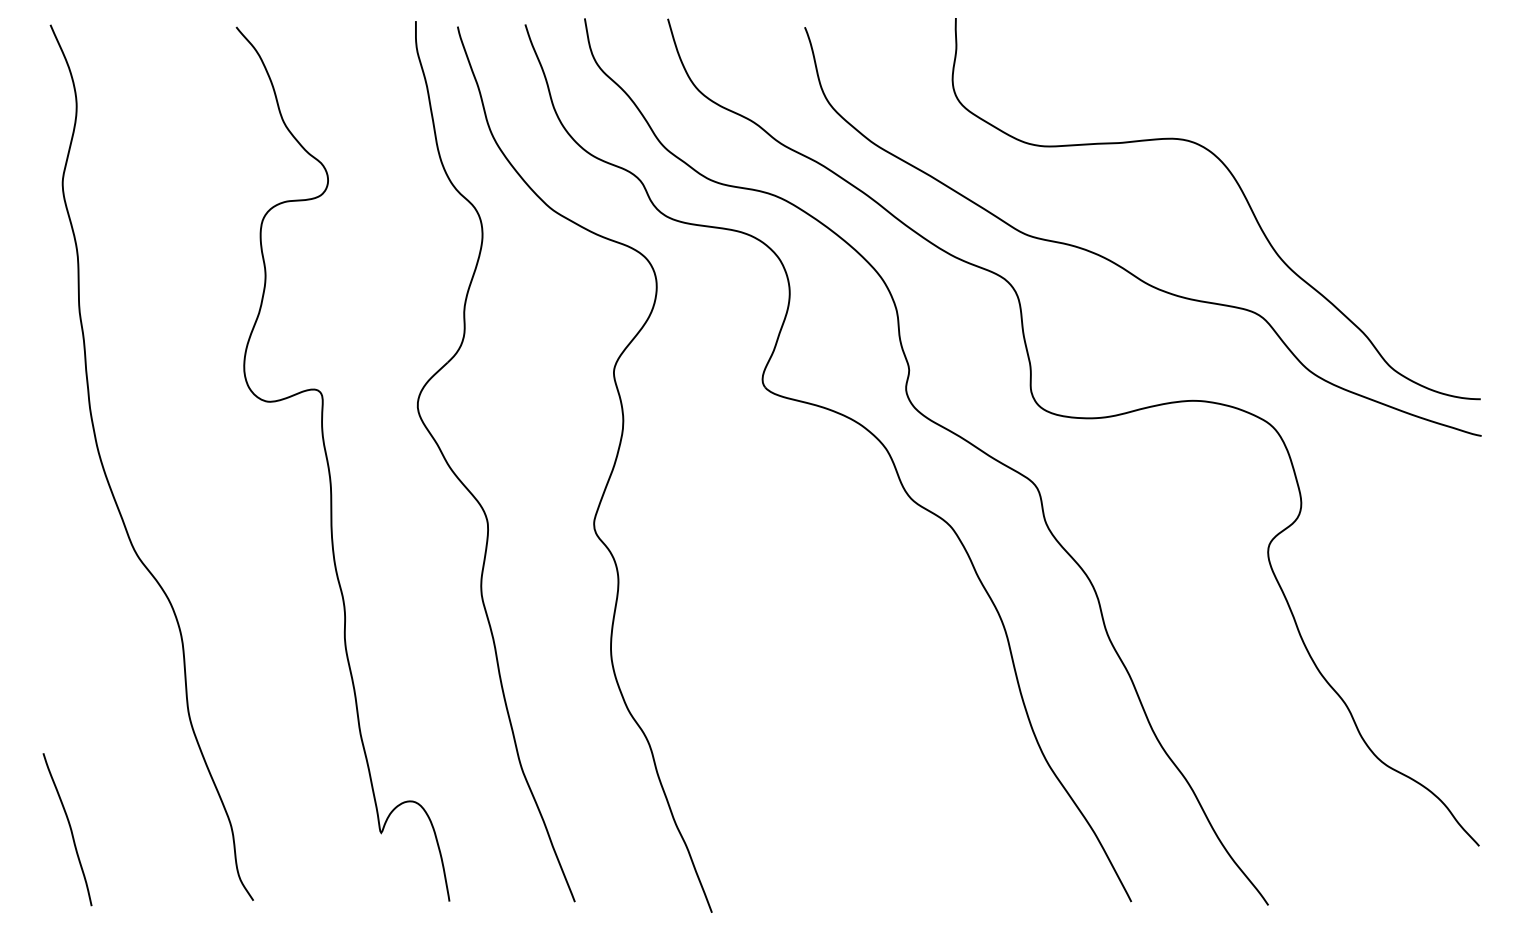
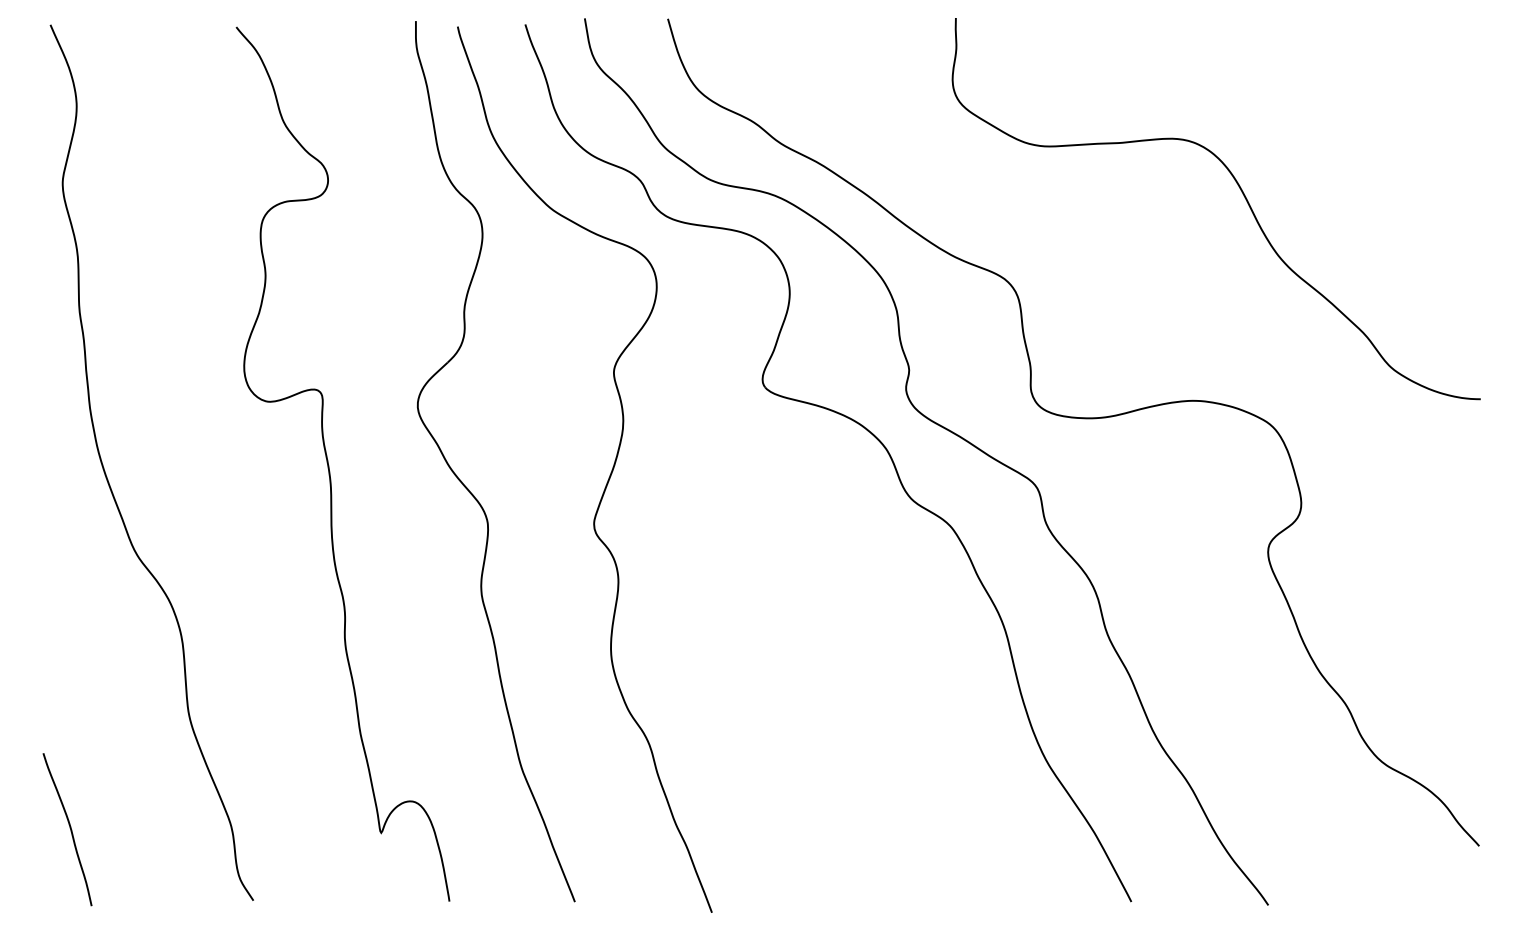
curve at (1122, 266): present -> none
